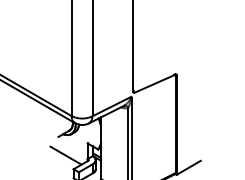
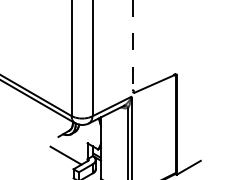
line at (133, 46): solid -> dashed
